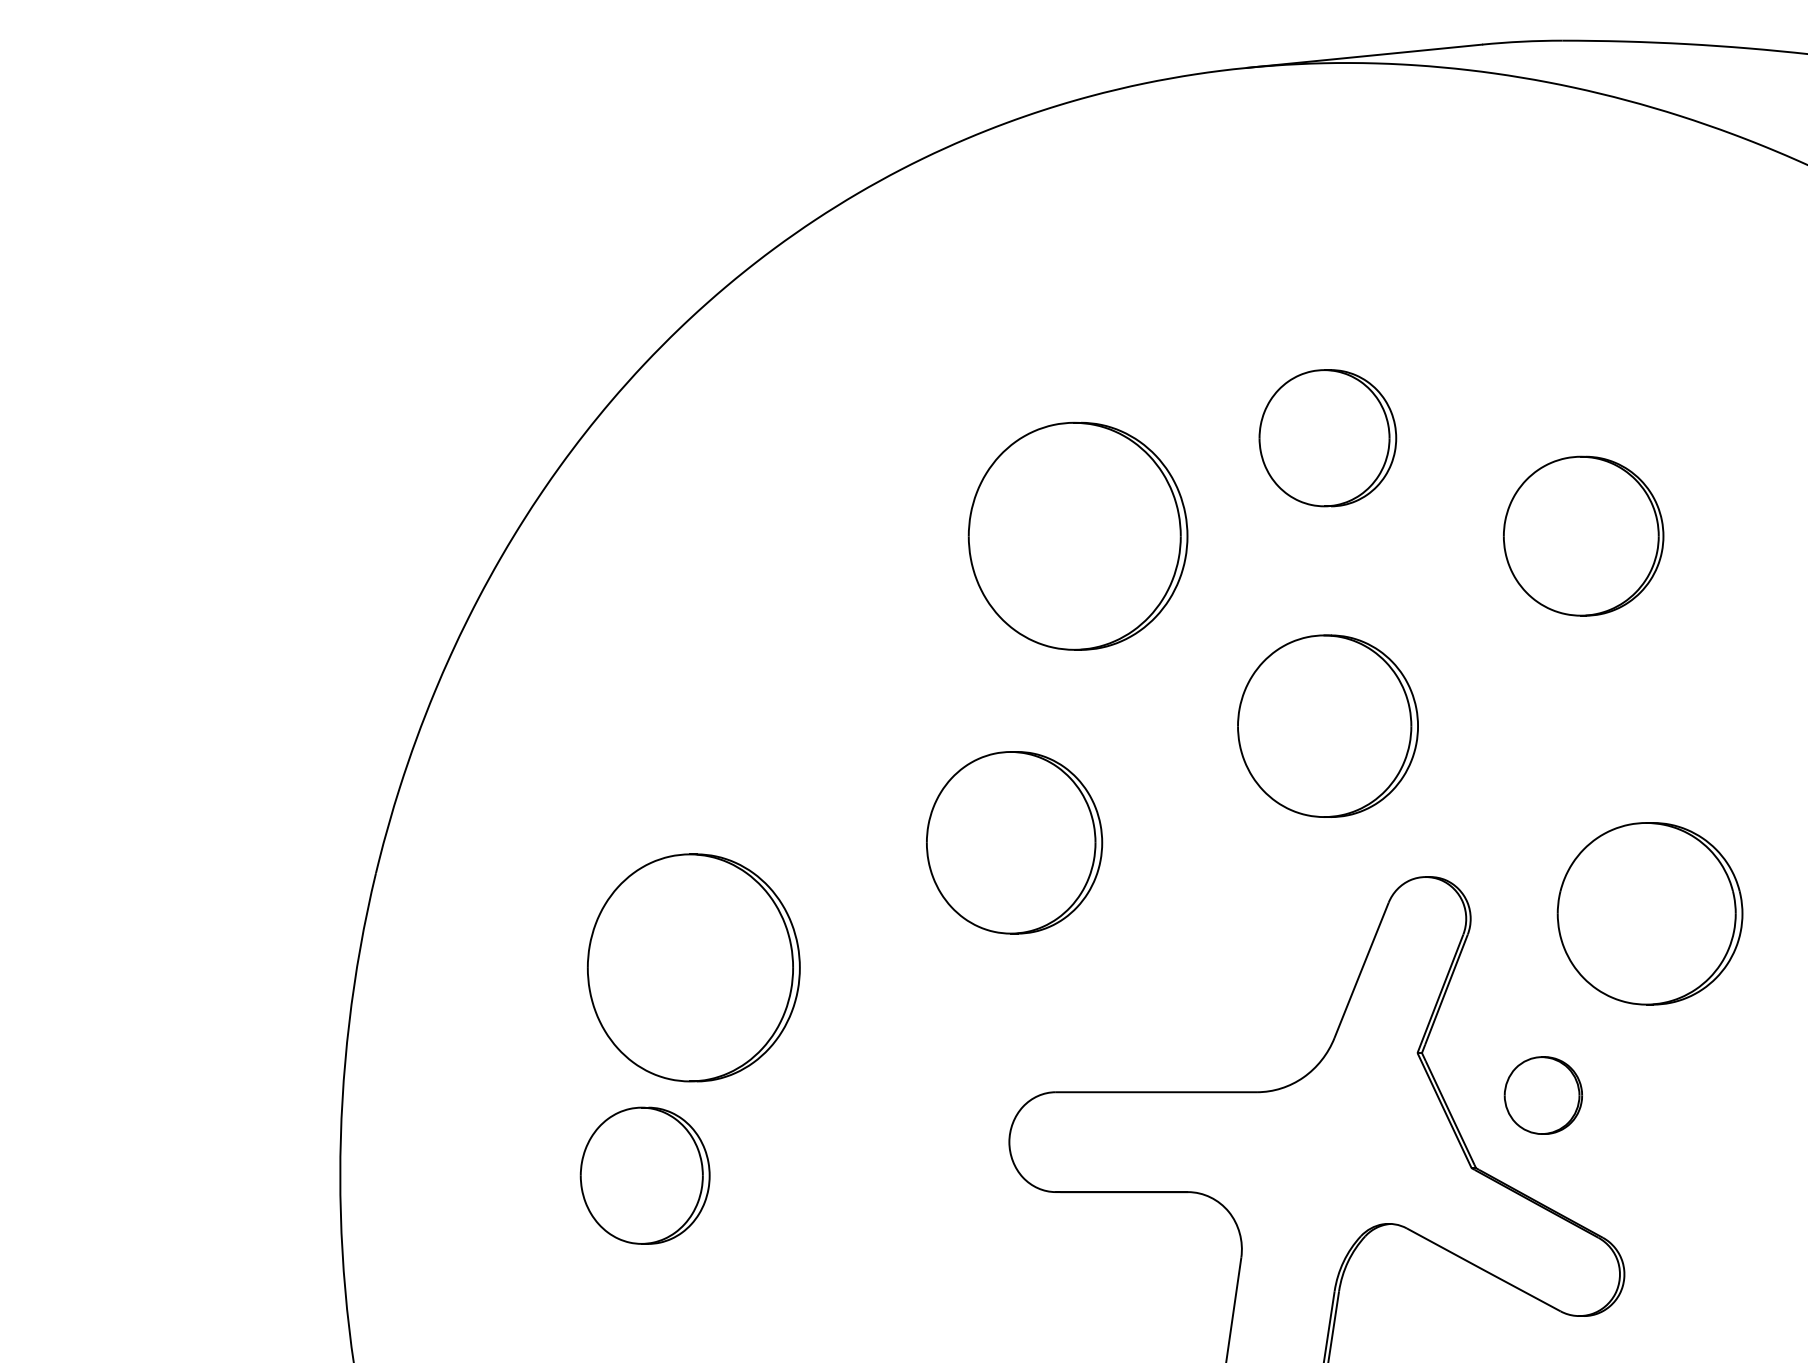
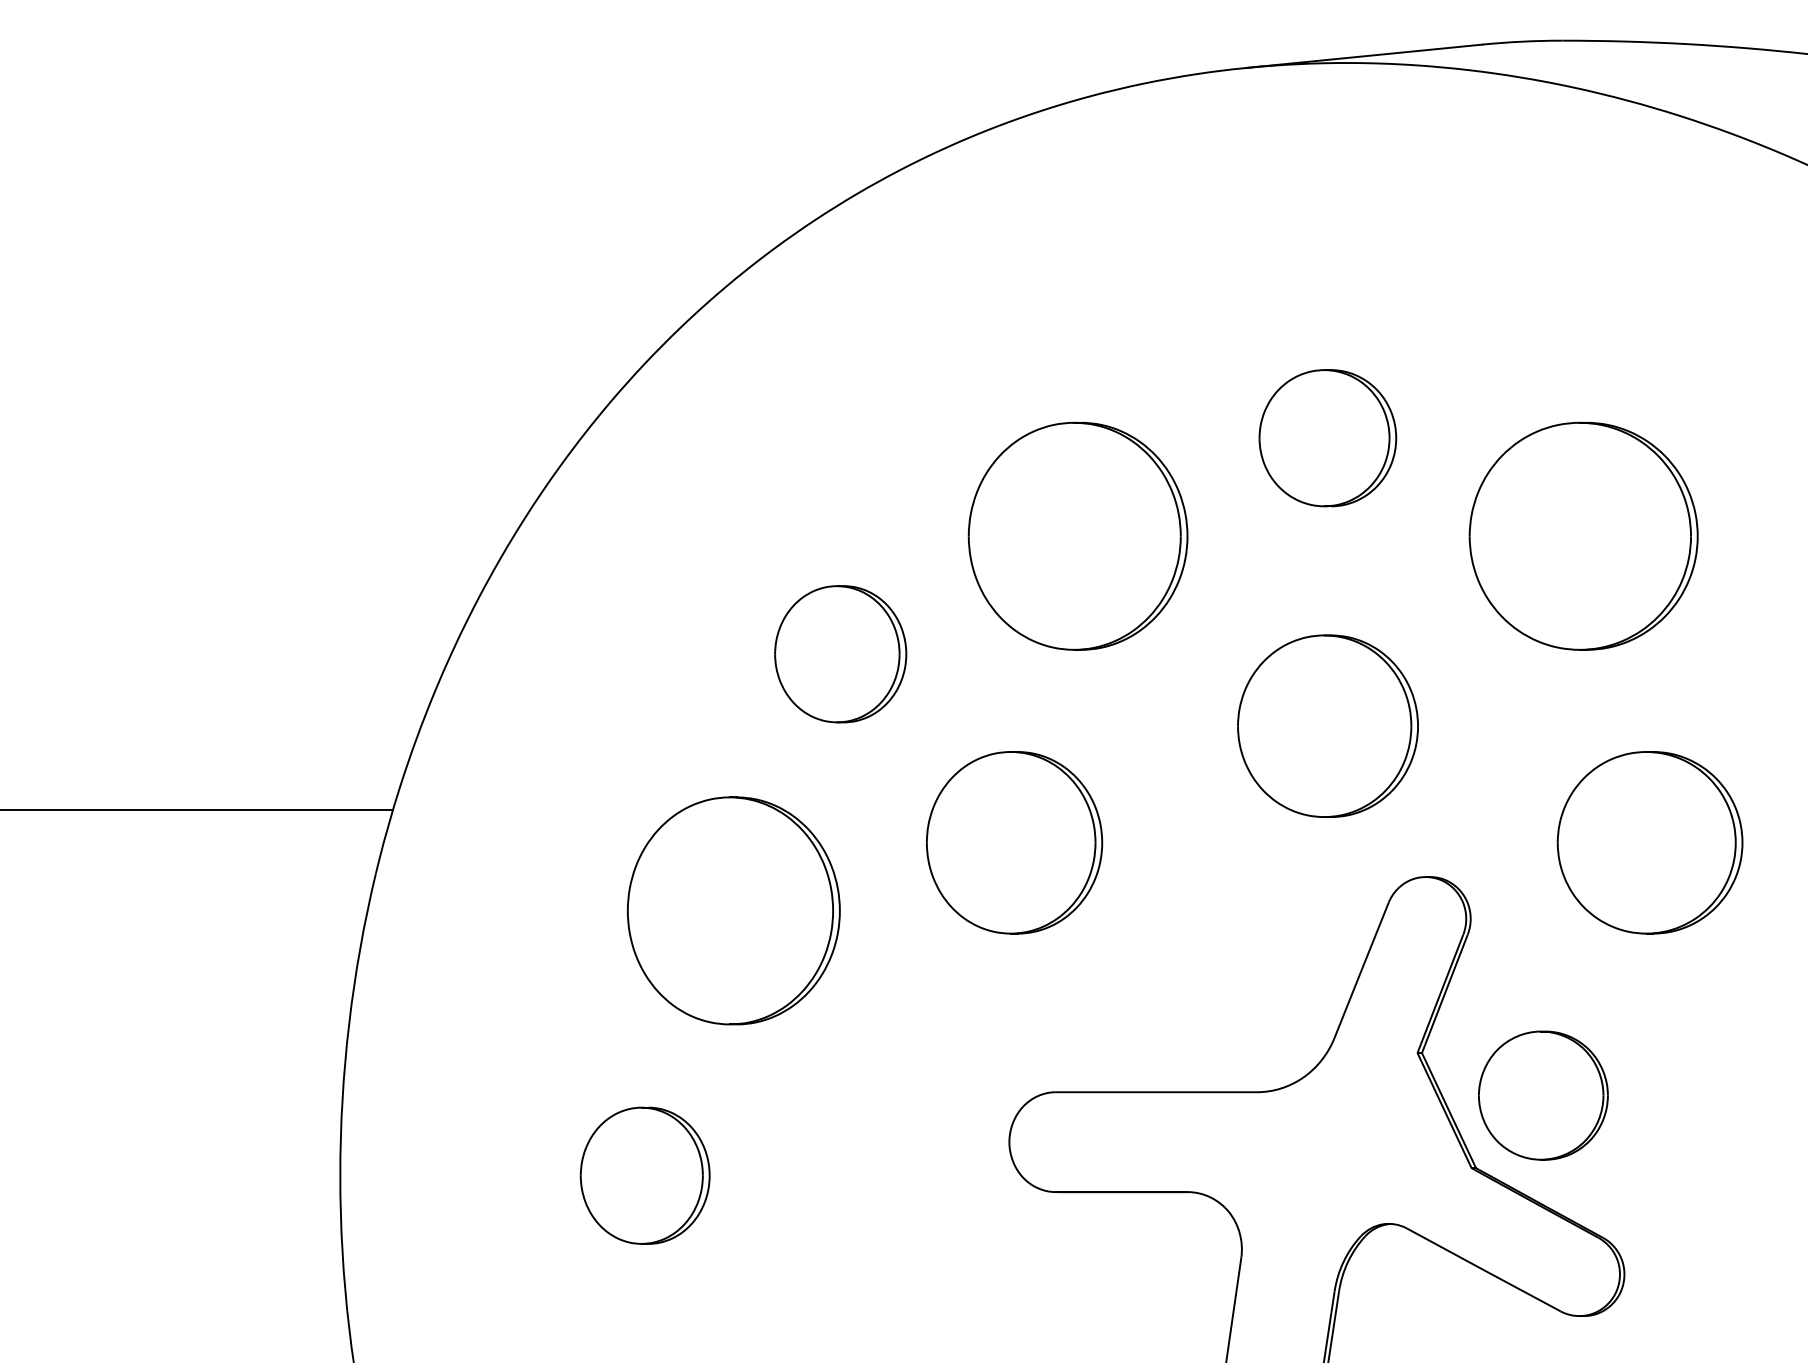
part at (1583, 535) size: 162x162 px -> 231x230 px
part at (840, 654): none -> present
line at (197, 810): none -> present
part at (1649, 913) position: (1649, 913) -> (1649, 842)
part at (693, 967) position: (693, 967) -> (733, 910)
part at (1542, 1095) size: 80x79 px -> 131x131 px
